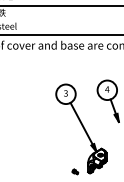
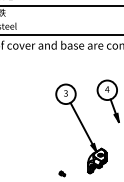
part at (75, 171) position: (75, 171) -> (62, 173)
